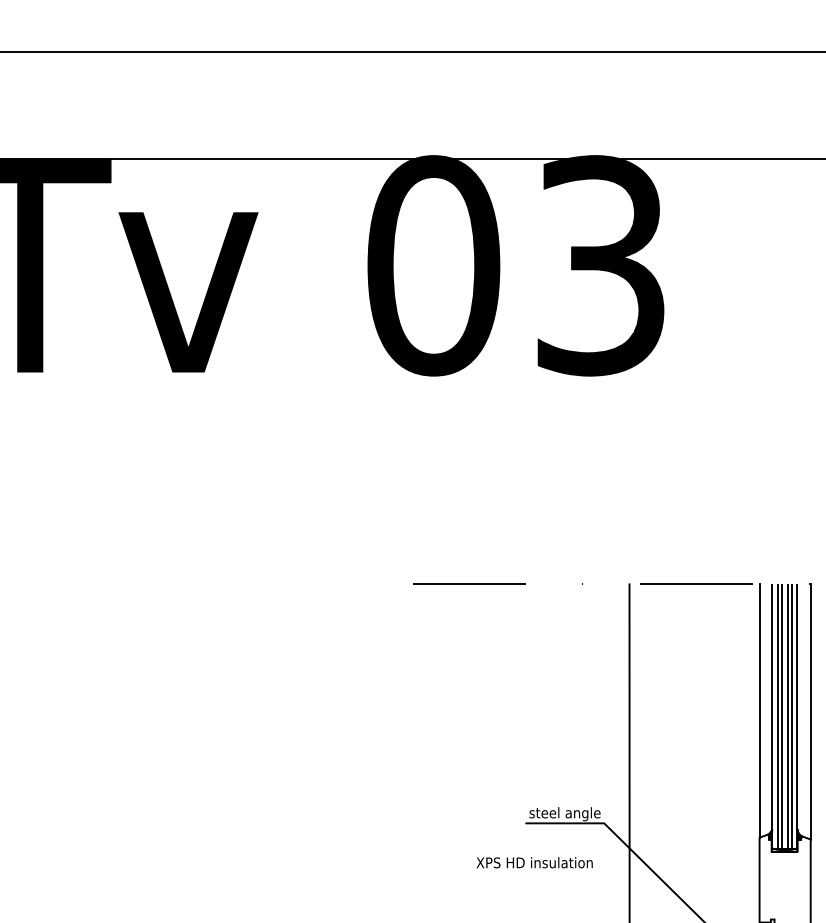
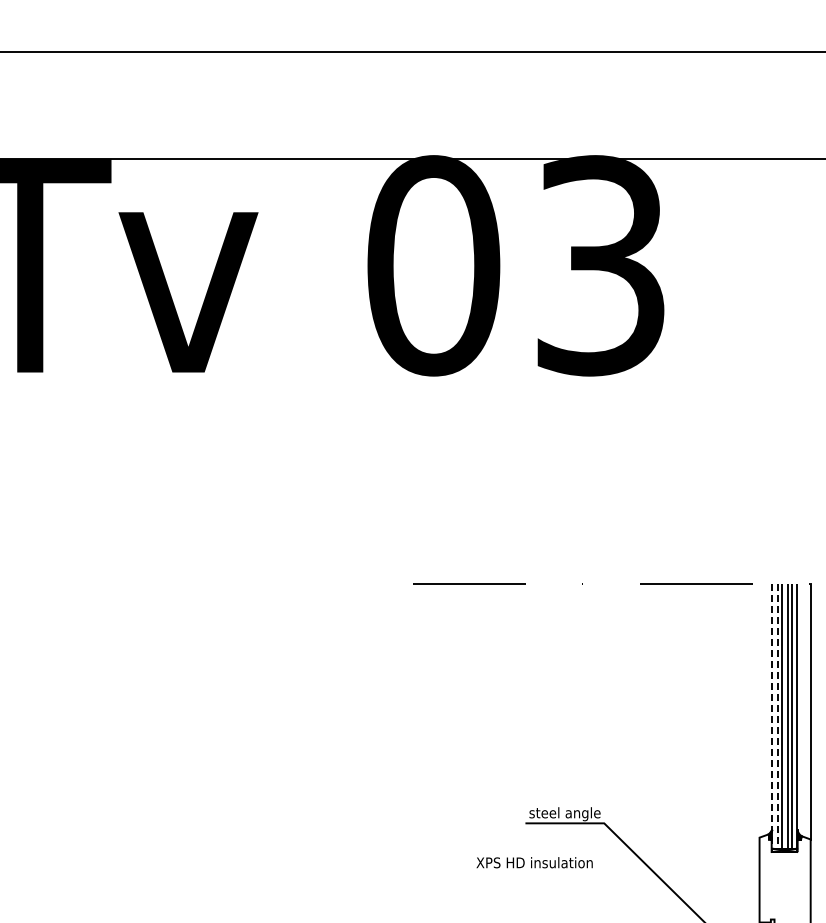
line at (759, 710): present -> none
line at (629, 751): present -> none
line at (775, 848): solid -> dashed
